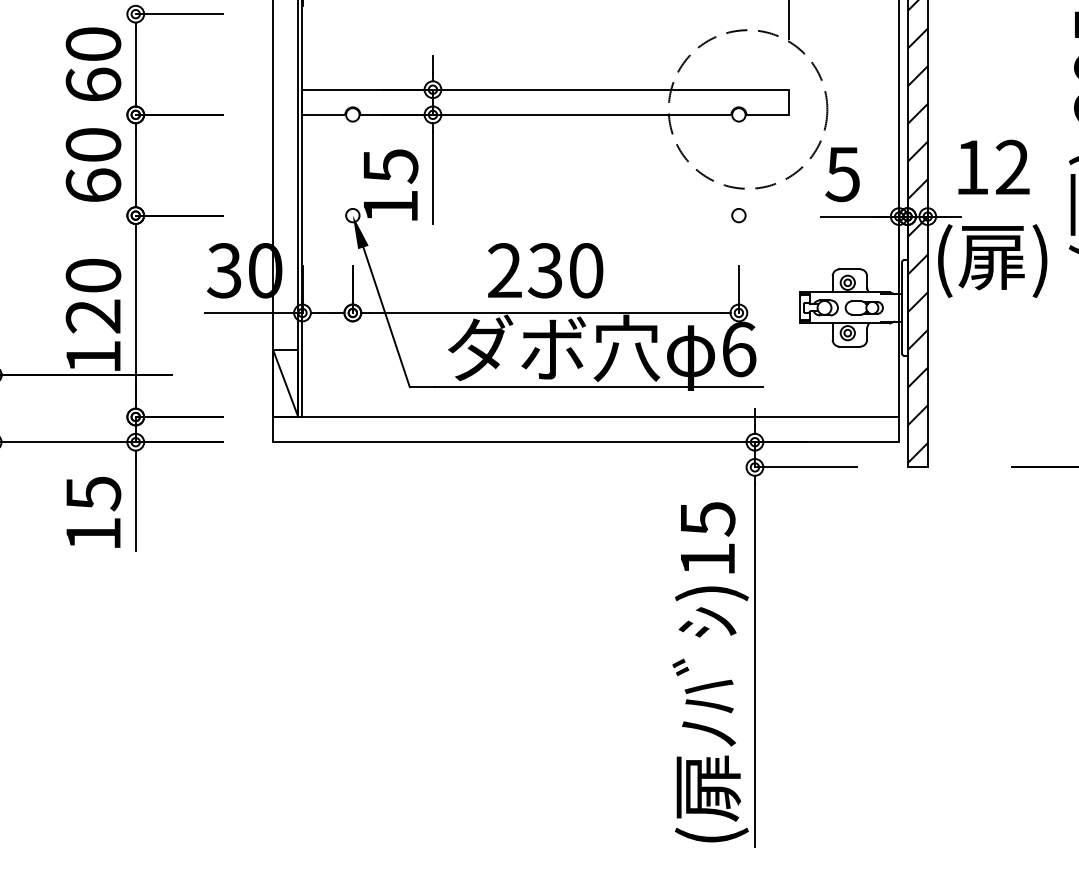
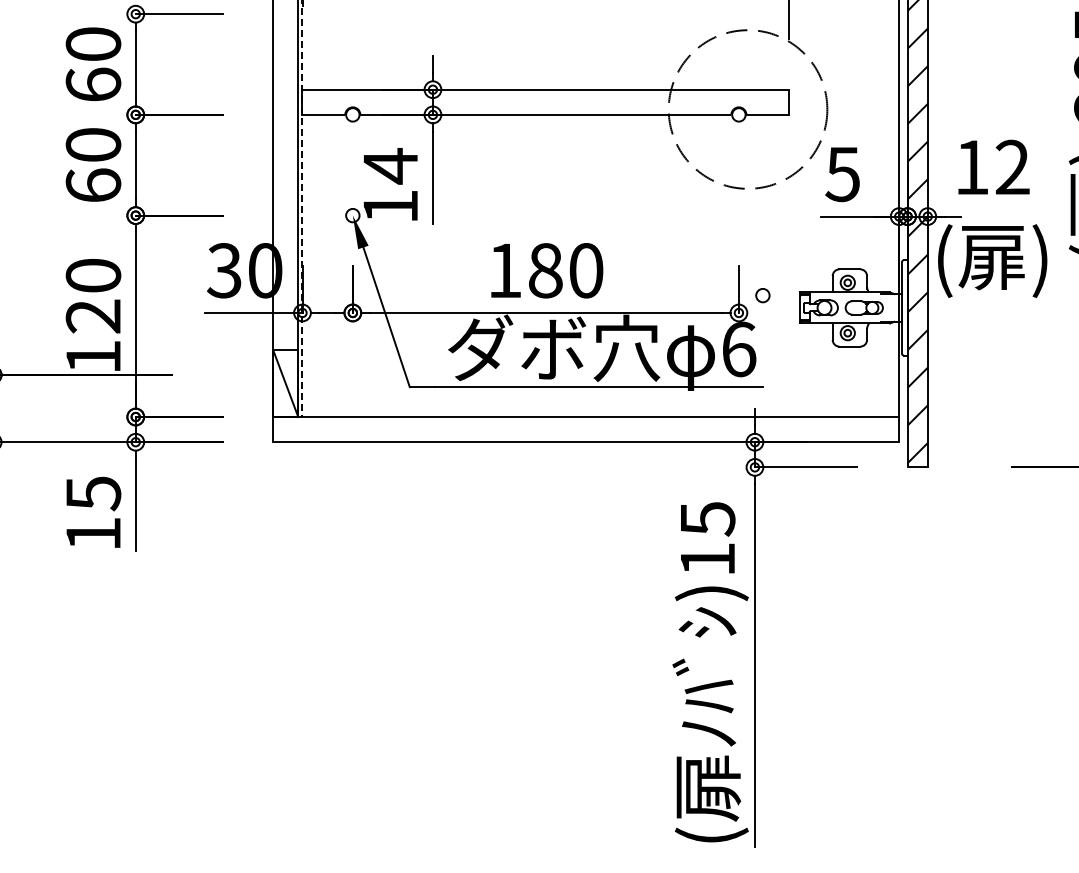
text at (390, 166): 15 -> 14
line at (302, 209): solid -> dashed
circle at (738, 215) position: (738, 215) -> (762, 295)
text at (525, 270): 230 -> 180
